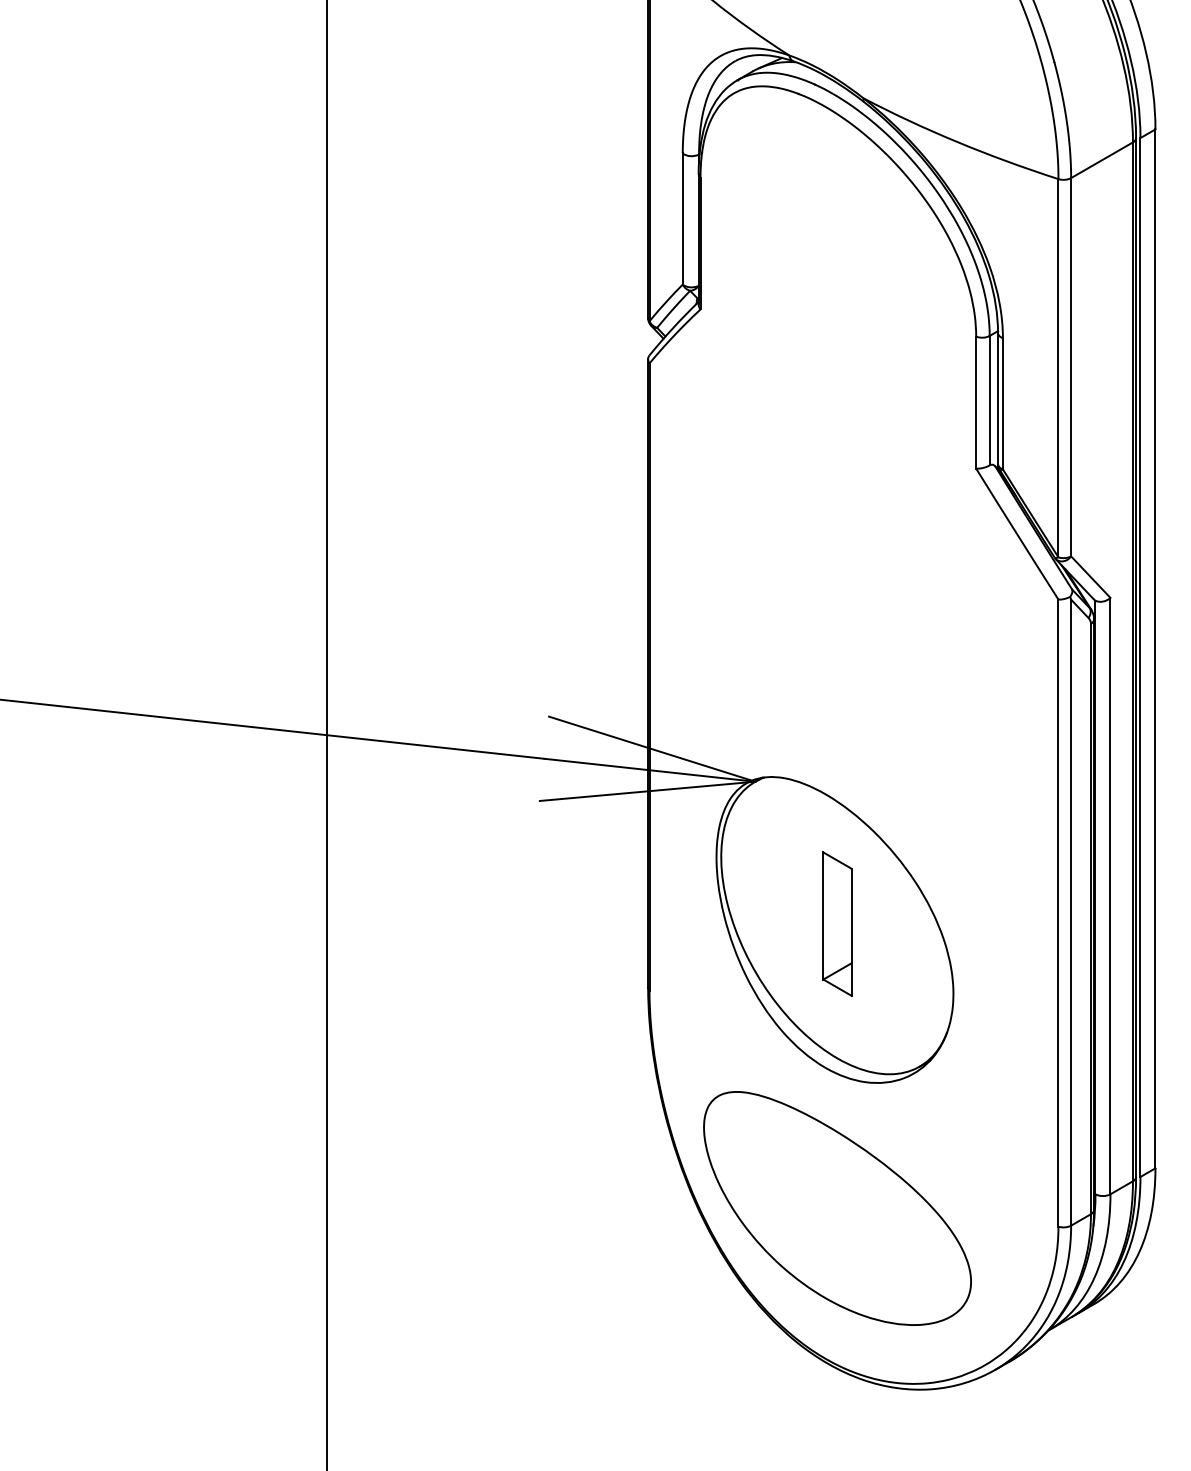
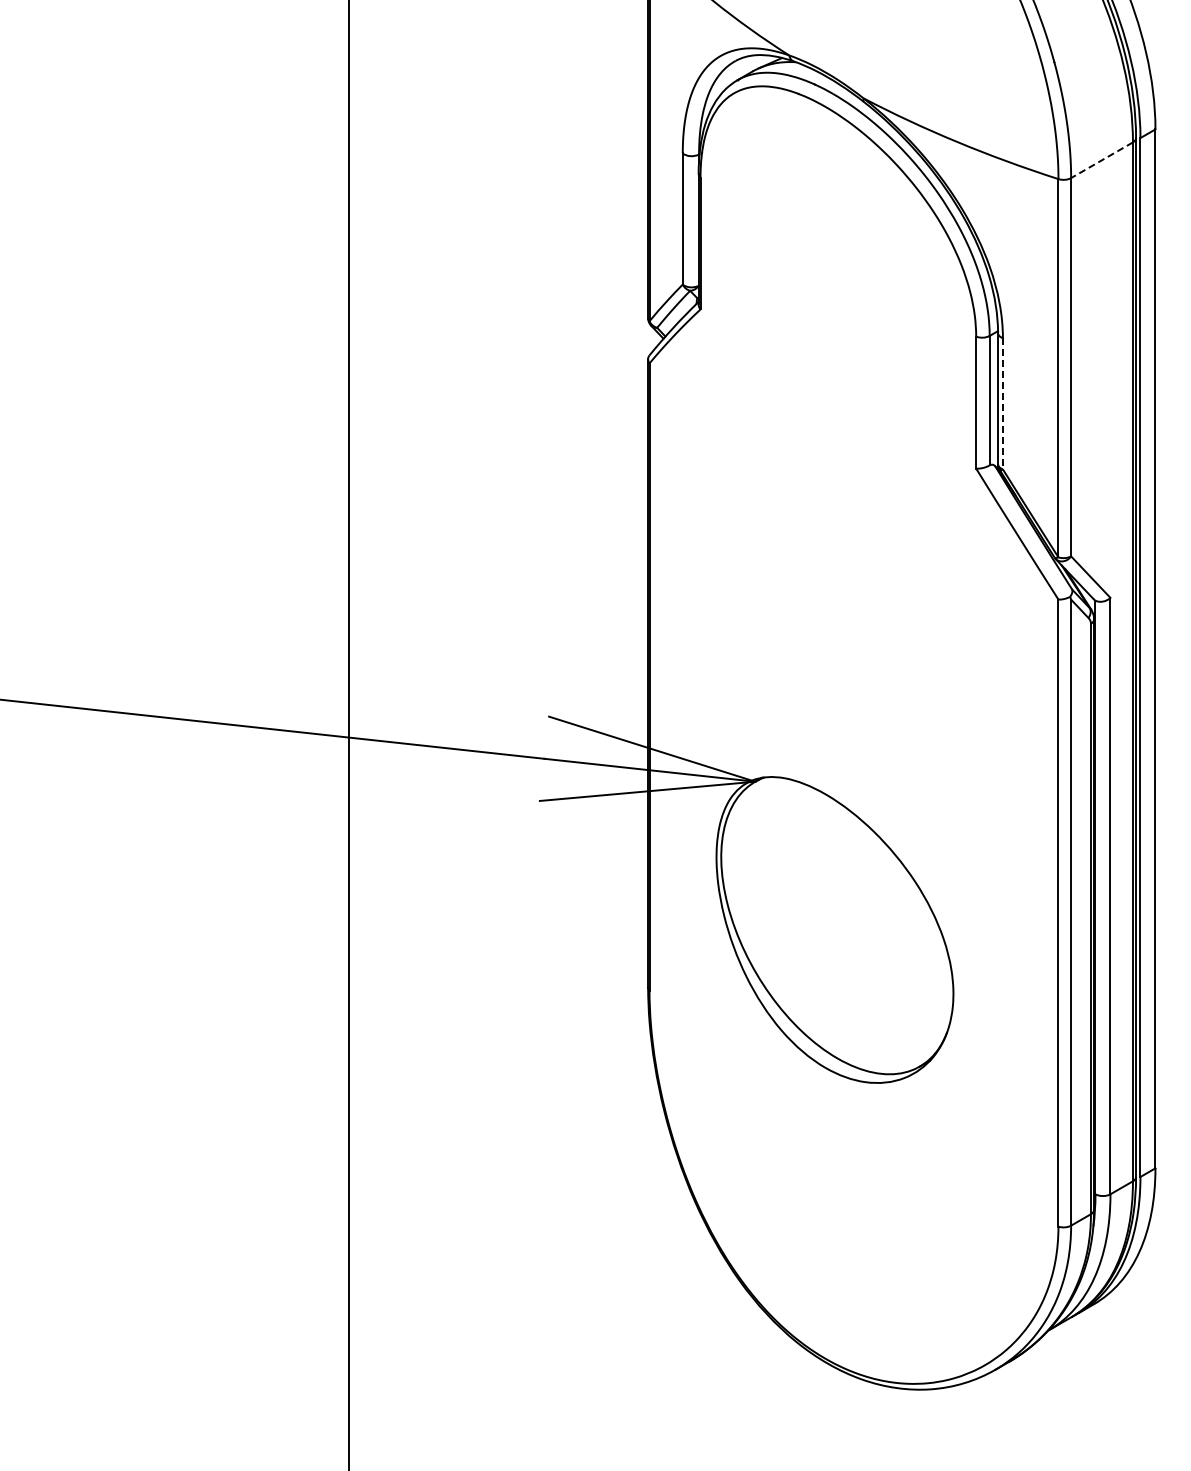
line at (1102, 160): solid -> dashed
line at (1002, 403): solid -> dashed
line at (326, 734) position: (326, 734) -> (348, 734)
part at (837, 923): present -> none
part at (837, 1208): present -> none
